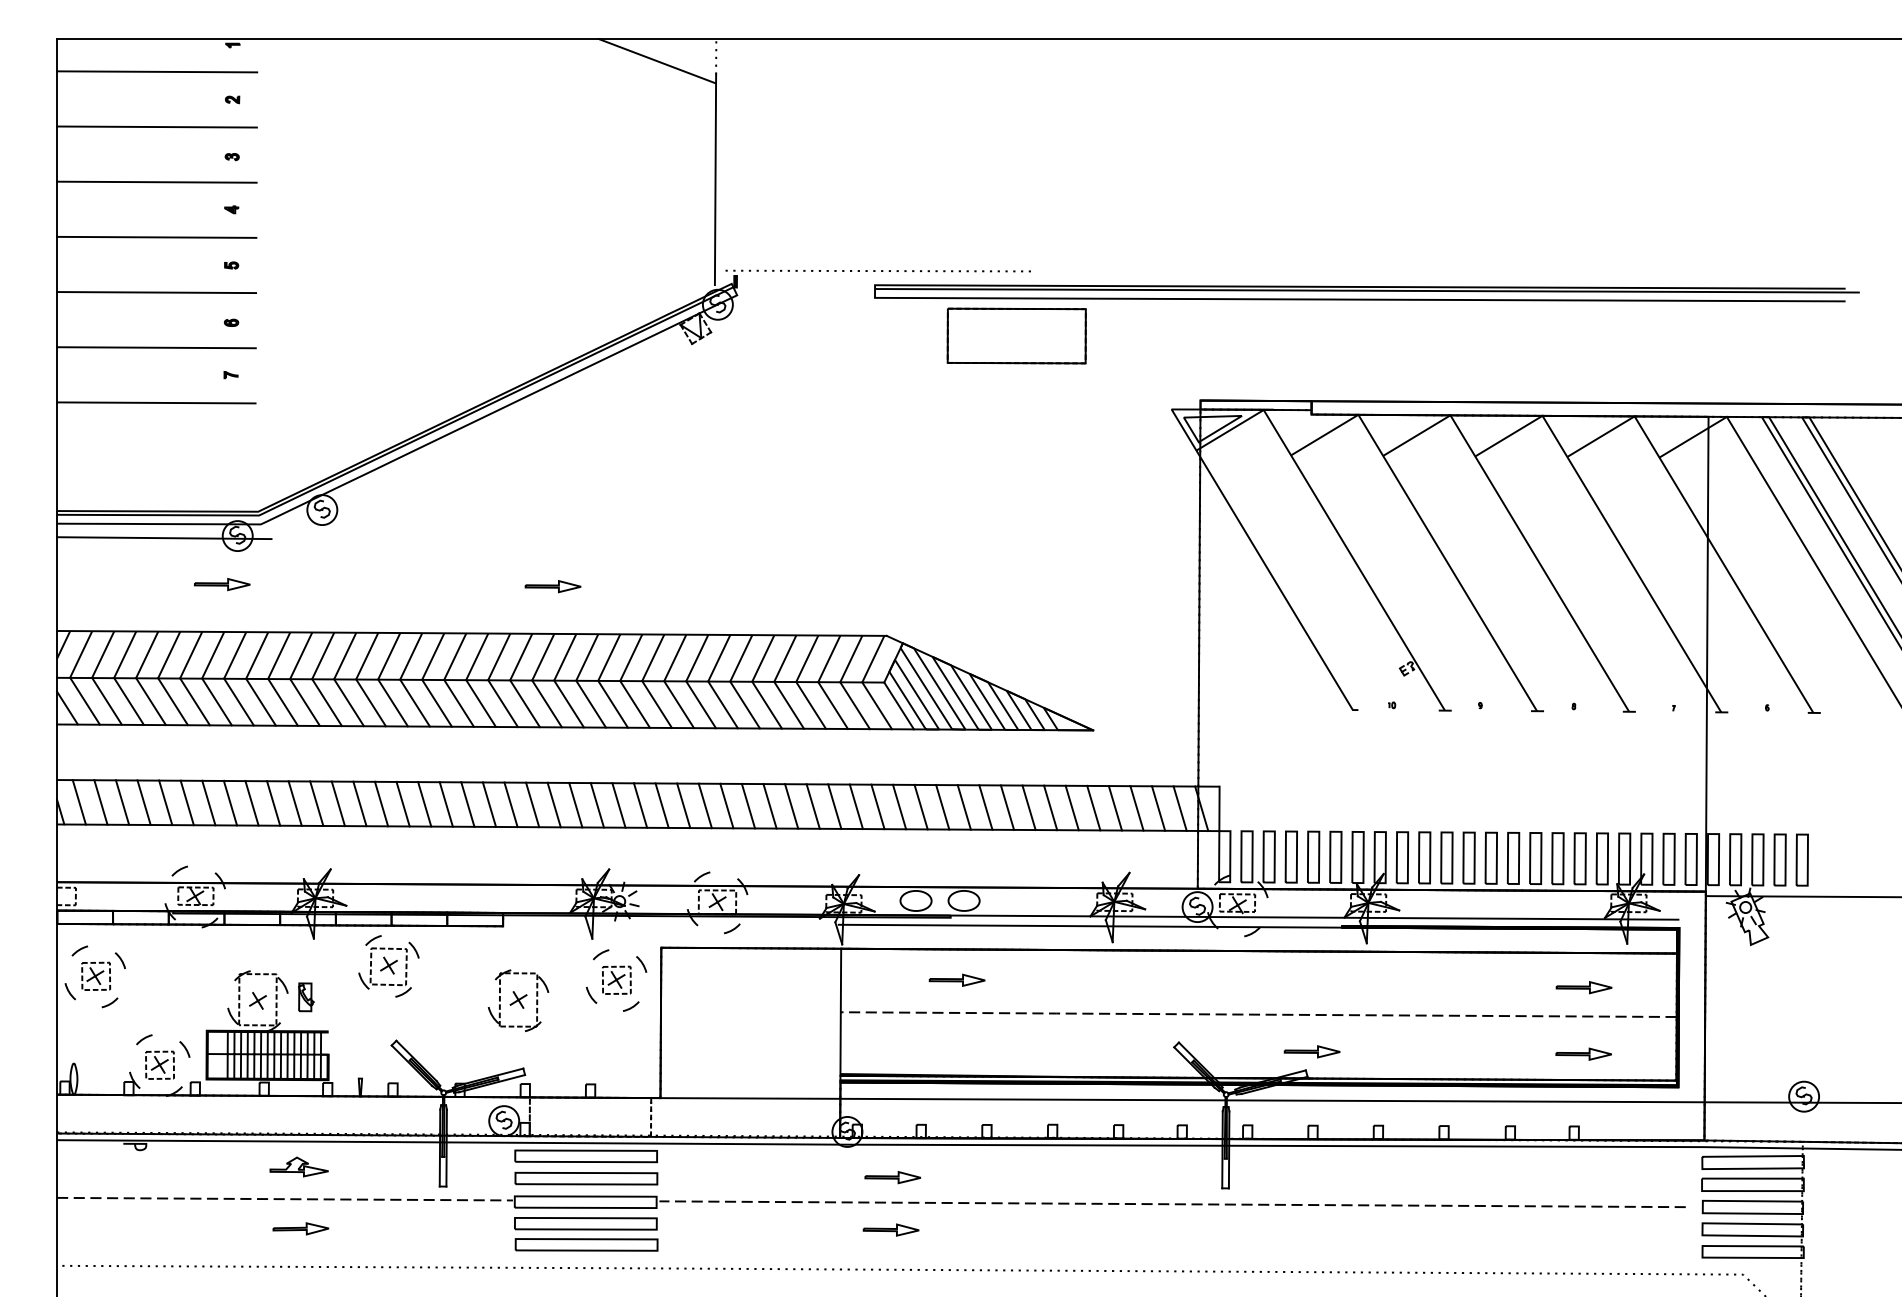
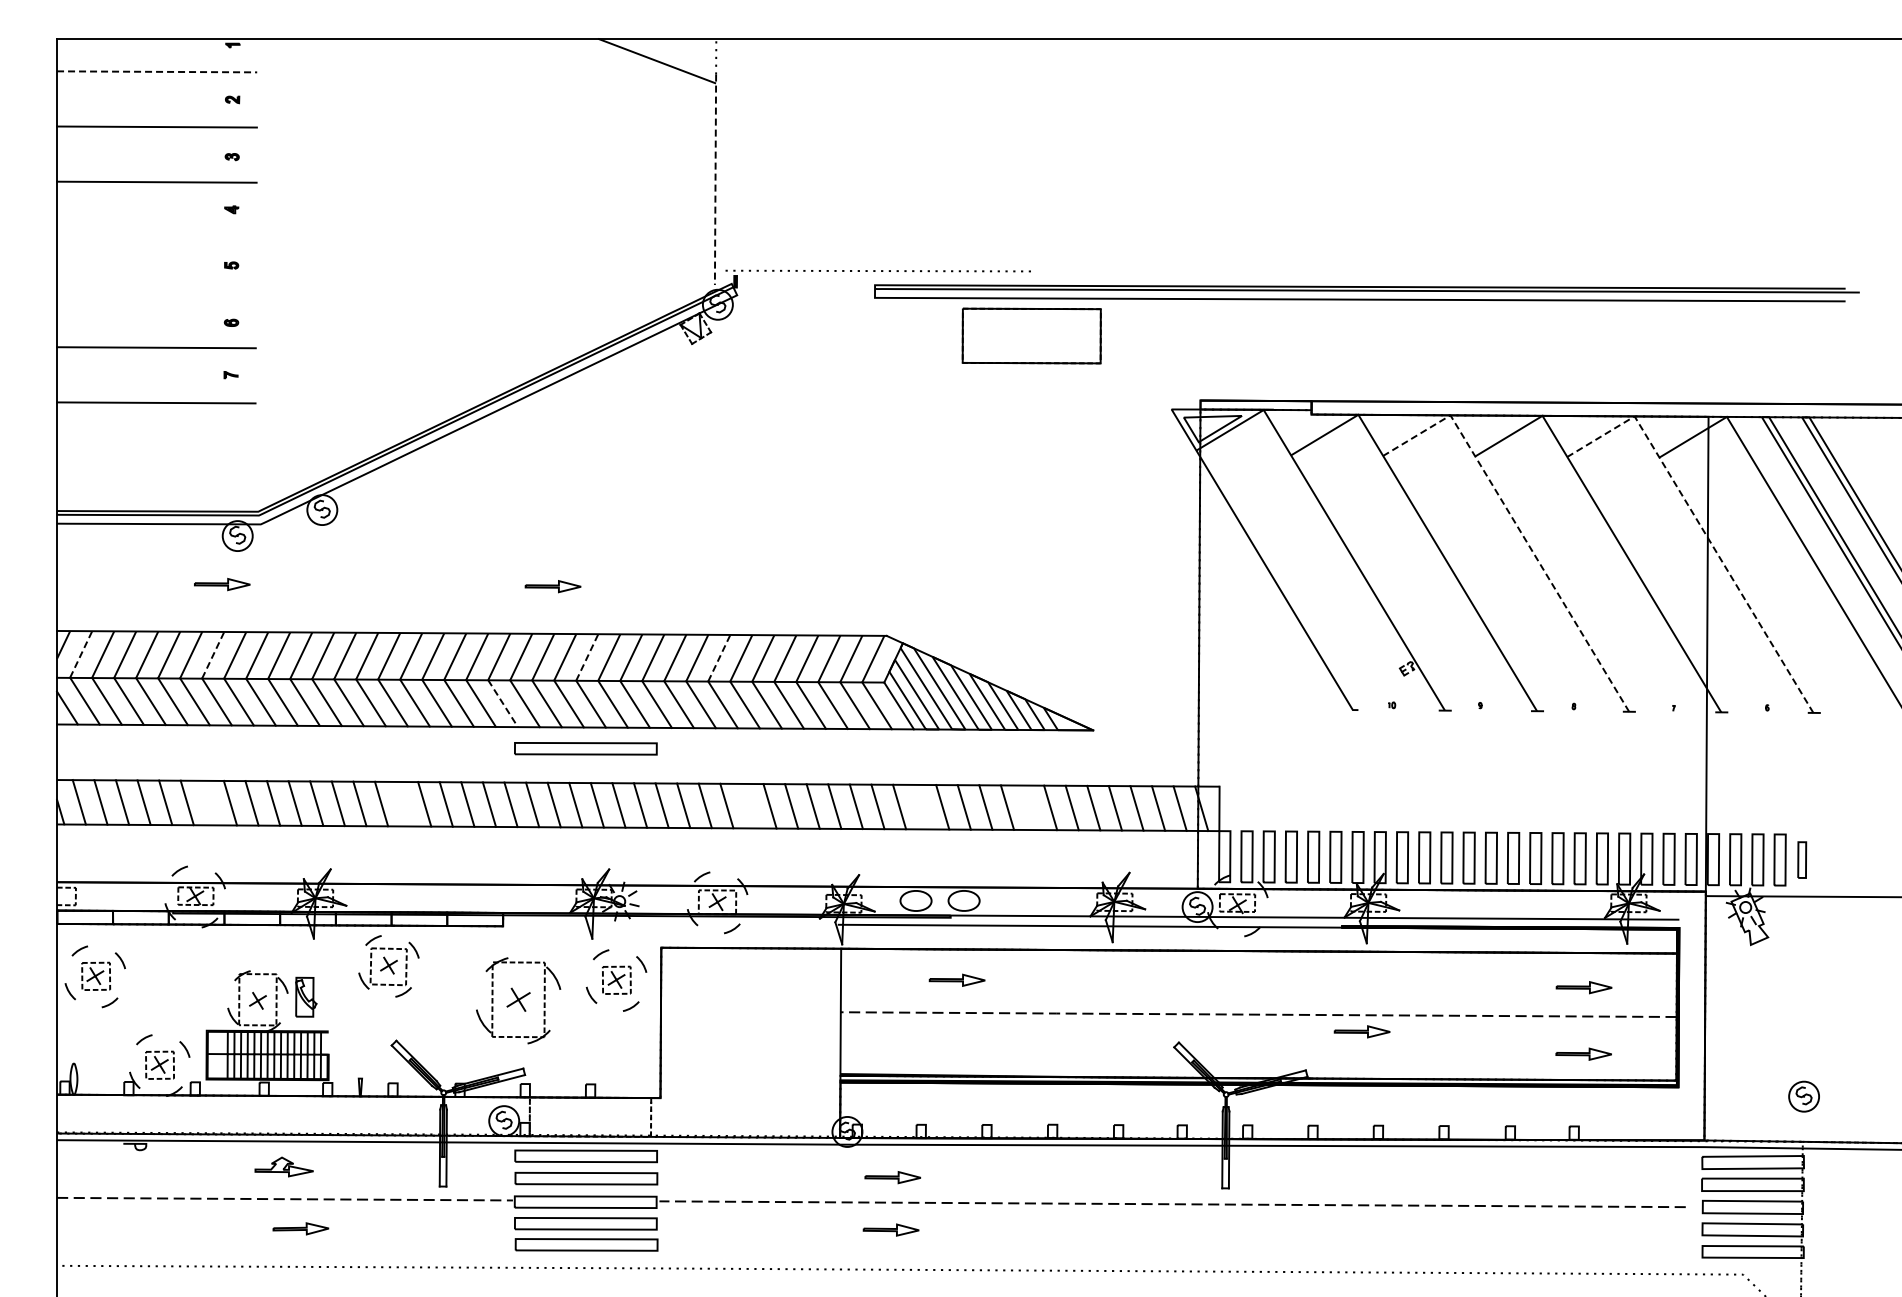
line at (157, 71): solid -> dashed
line at (715, 180): solid -> dashed
line at (156, 236): present -> none
line at (156, 292): present -> none
part at (1016, 335) position: (1016, 335) -> (1031, 335)
line at (1518, 528): solid -> dashed
line at (1703, 530): solid -> dashed
line at (164, 538): present -> none
line at (81, 653): solid -> dashed
line at (213, 654): solid -> dashed
line at (587, 656): solid -> dashed
line at (719, 657): solid -> dashed
line at (503, 703): solid -> dashed
part at (585, 748): none -> present
line at (208, 802): present -> none
line at (402, 803): present -> none
line at (748, 805): present -> none
line at (920, 806): present -> none
line at (1028, 807): present -> none
part at (1801, 859) size: 14x54 px -> 11x38 px
part at (306, 997) size: 17x31 px -> 23x42 px
part at (518, 1000) size: 63x63 px -> 86x88 px
part at (1311, 1051) position: (1311, 1051) -> (1361, 1031)
line at (1279, 1100): present -> none
part at (298, 1166) position: (298, 1166) -> (283, 1166)
